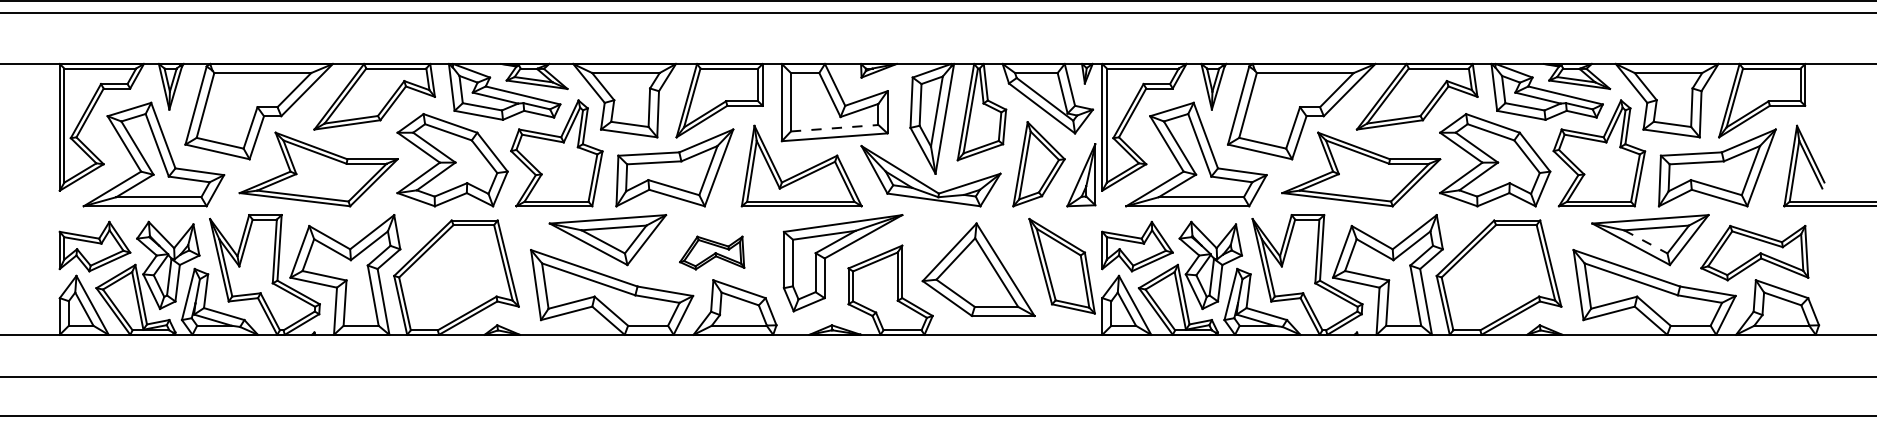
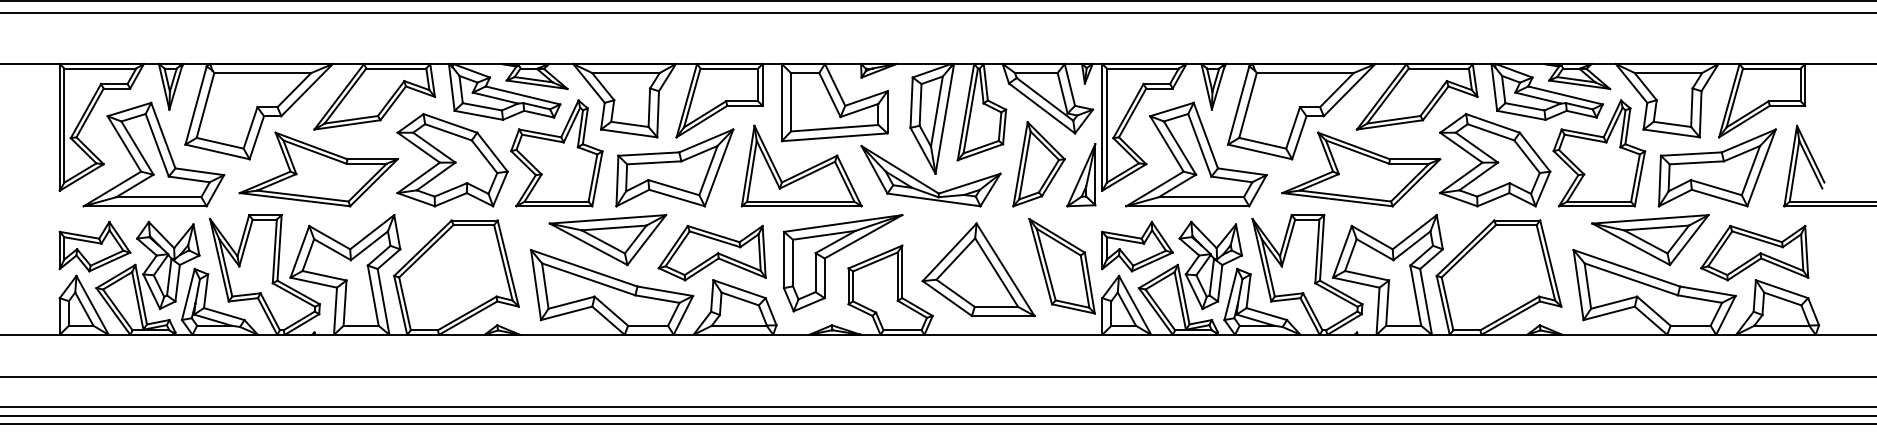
line at (834, 128): dashed -> solid
line at (1645, 241): dashed -> solid
part at (712, 252) size: 67x36 px -> 110x58 px
line at (937, 407): none -> present
line at (937, 424): none -> present
